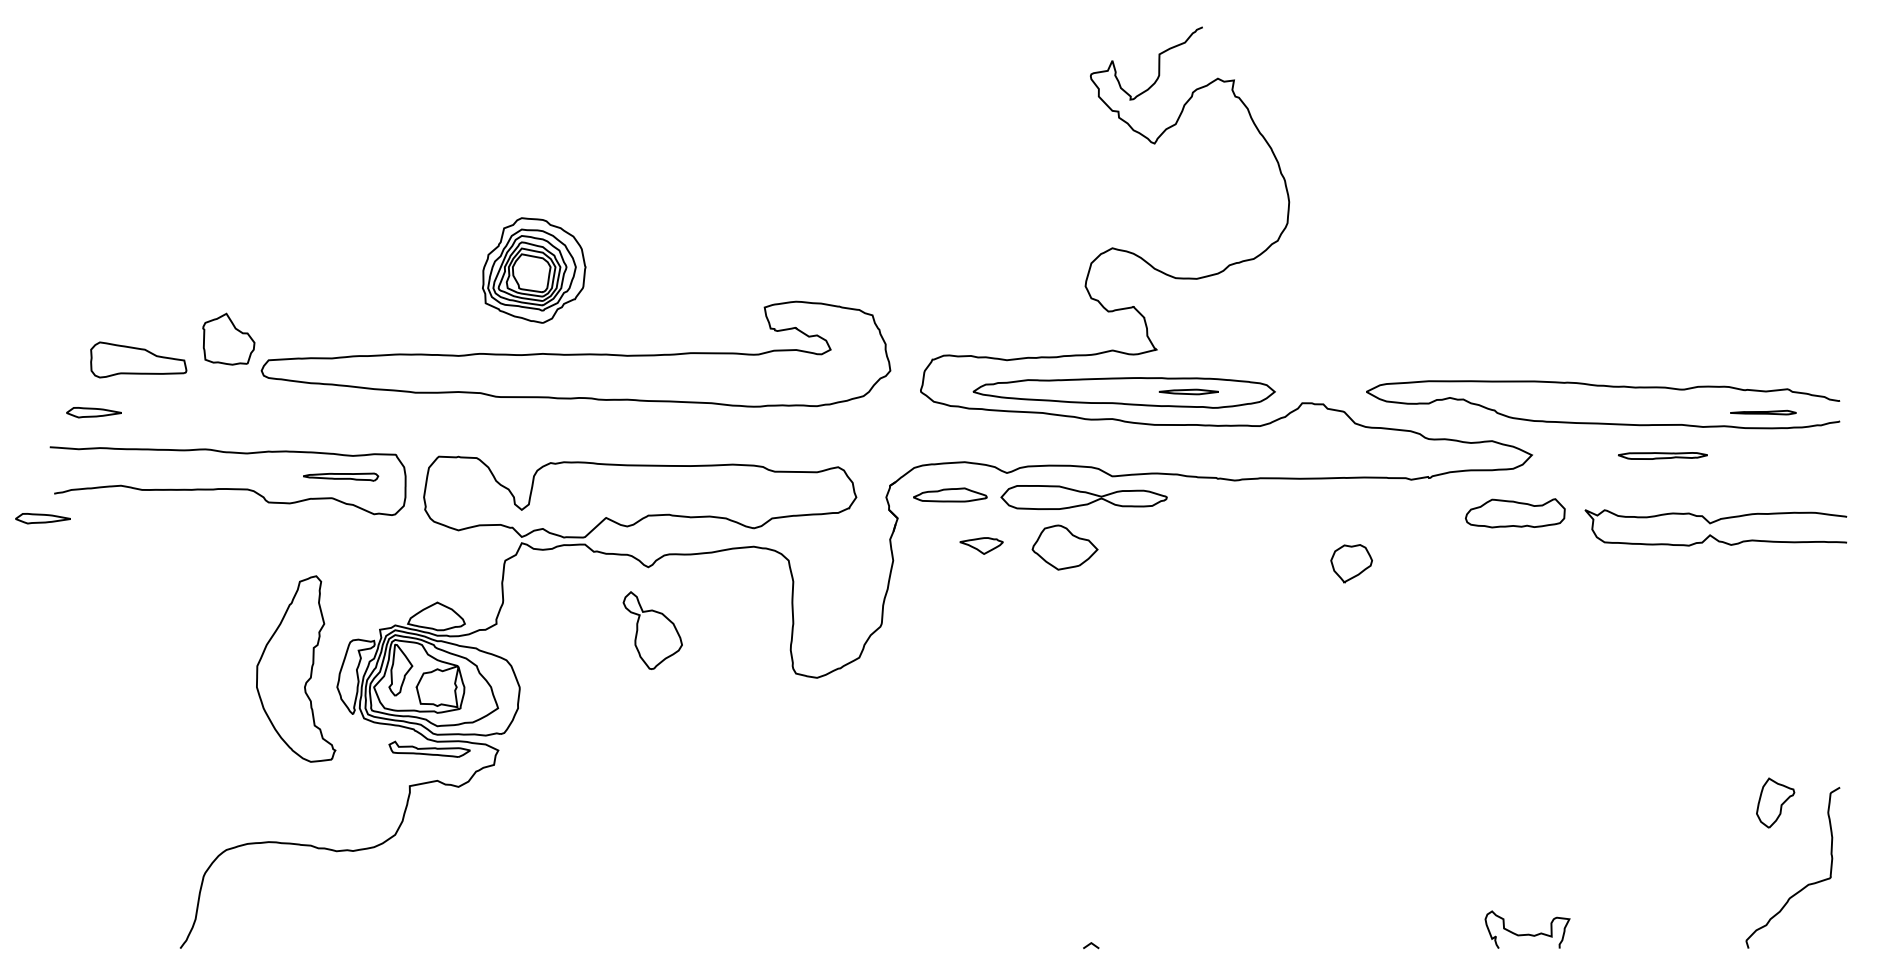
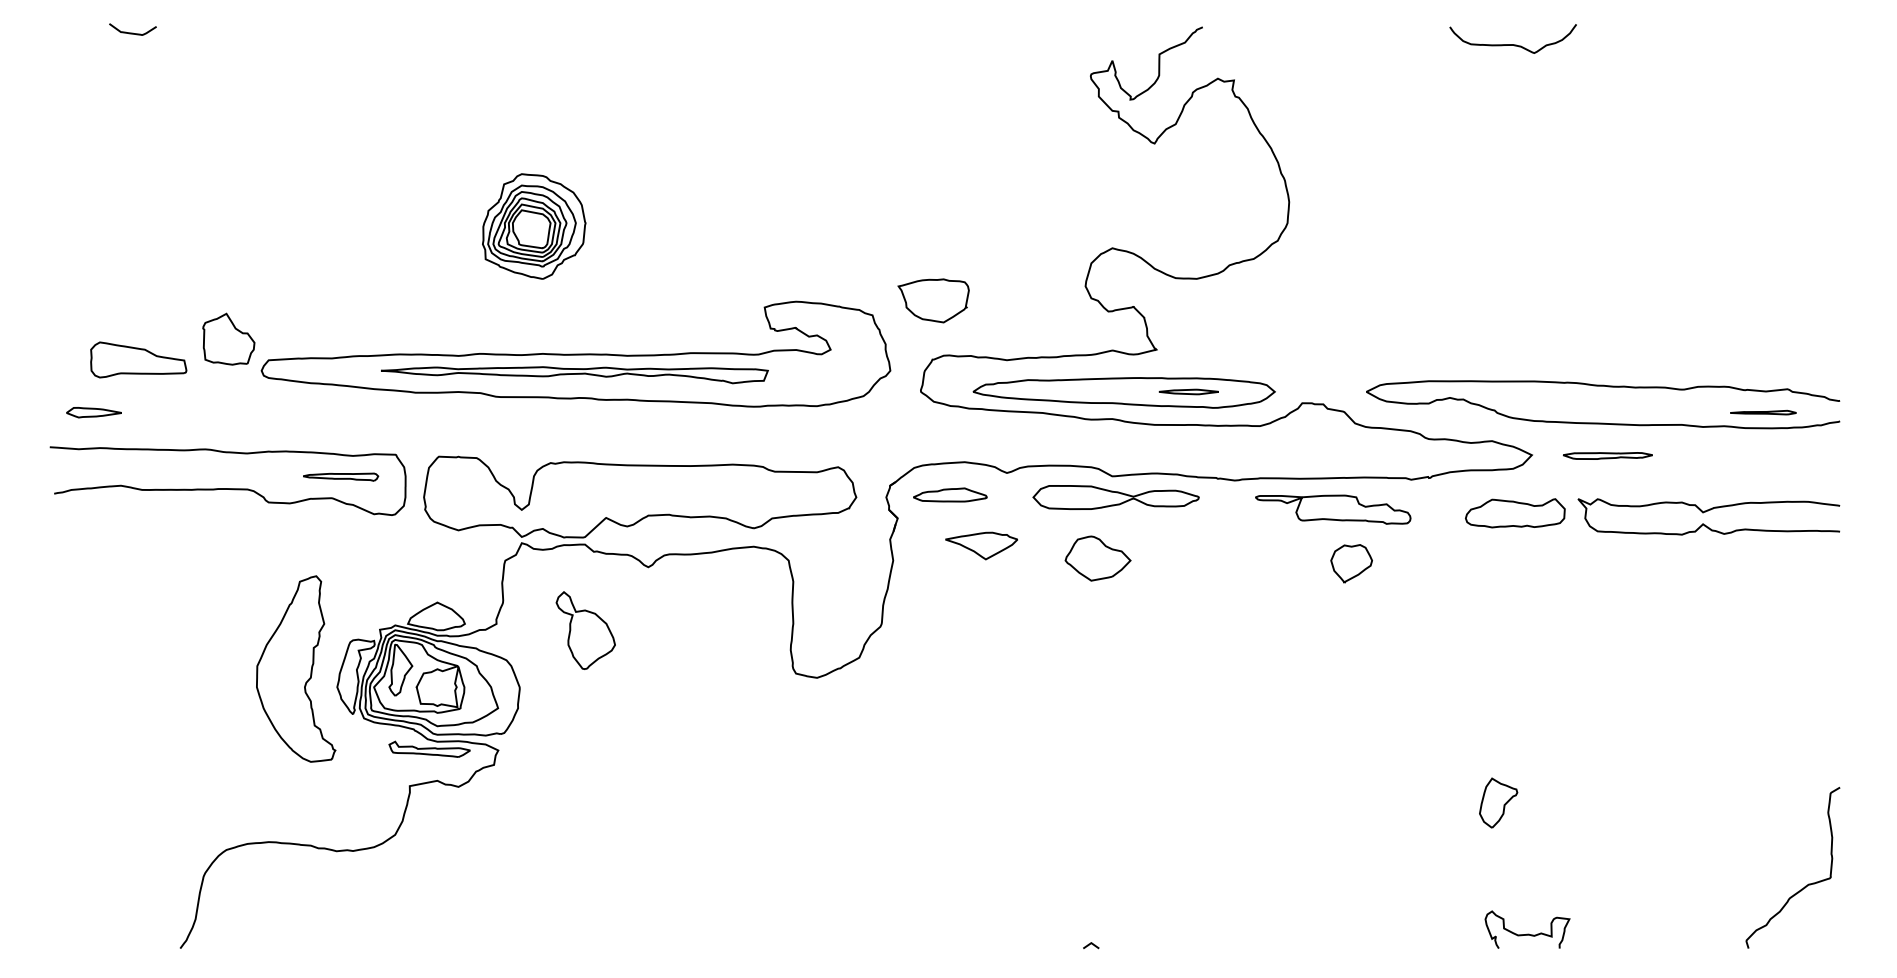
curve at (132, 32): none -> present
curve at (1512, 44): none -> present
part at (534, 270) position: (534, 270) -> (534, 226)
part at (933, 300): none -> present
part at (574, 375): none -> present
part at (1662, 455) position: (1662, 455) -> (1607, 455)
part at (1083, 497) position: (1083, 497) -> (1115, 497)
part at (1333, 509): none -> present
part at (42, 518): present -> none
curve at (1715, 522) position: (1715, 522) -> (1708, 511)
part at (981, 545) size: 45x18 px -> 73x30 px
part at (1064, 547) position: (1064, 547) -> (1097, 558)
part at (652, 630) position: (652, 630) -> (585, 630)
part at (1775, 802) position: (1775, 802) -> (1498, 802)
